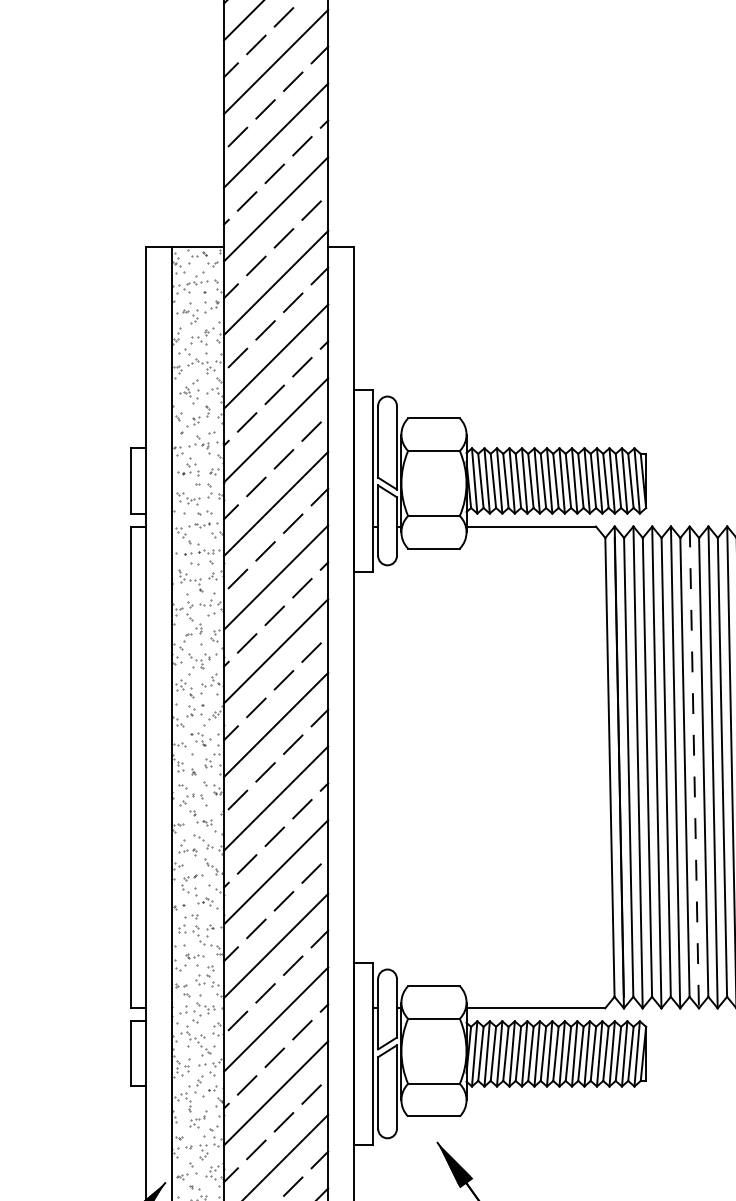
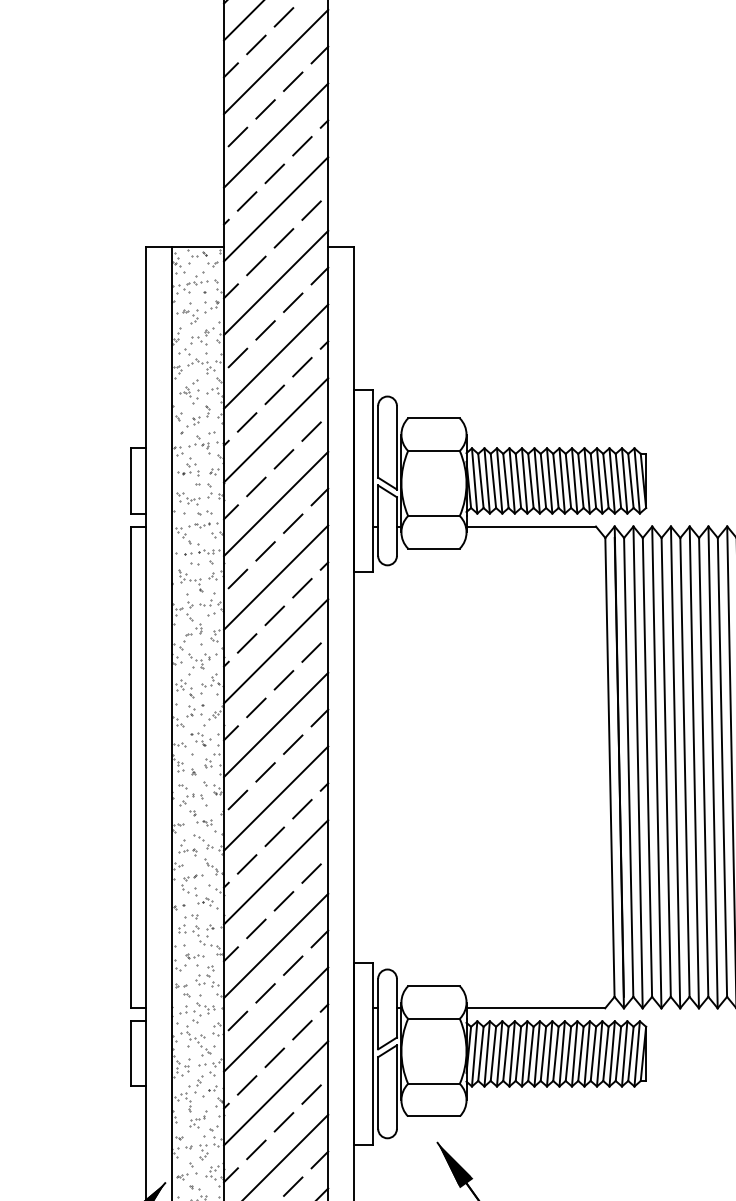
line at (694, 767): dashed -> solid
